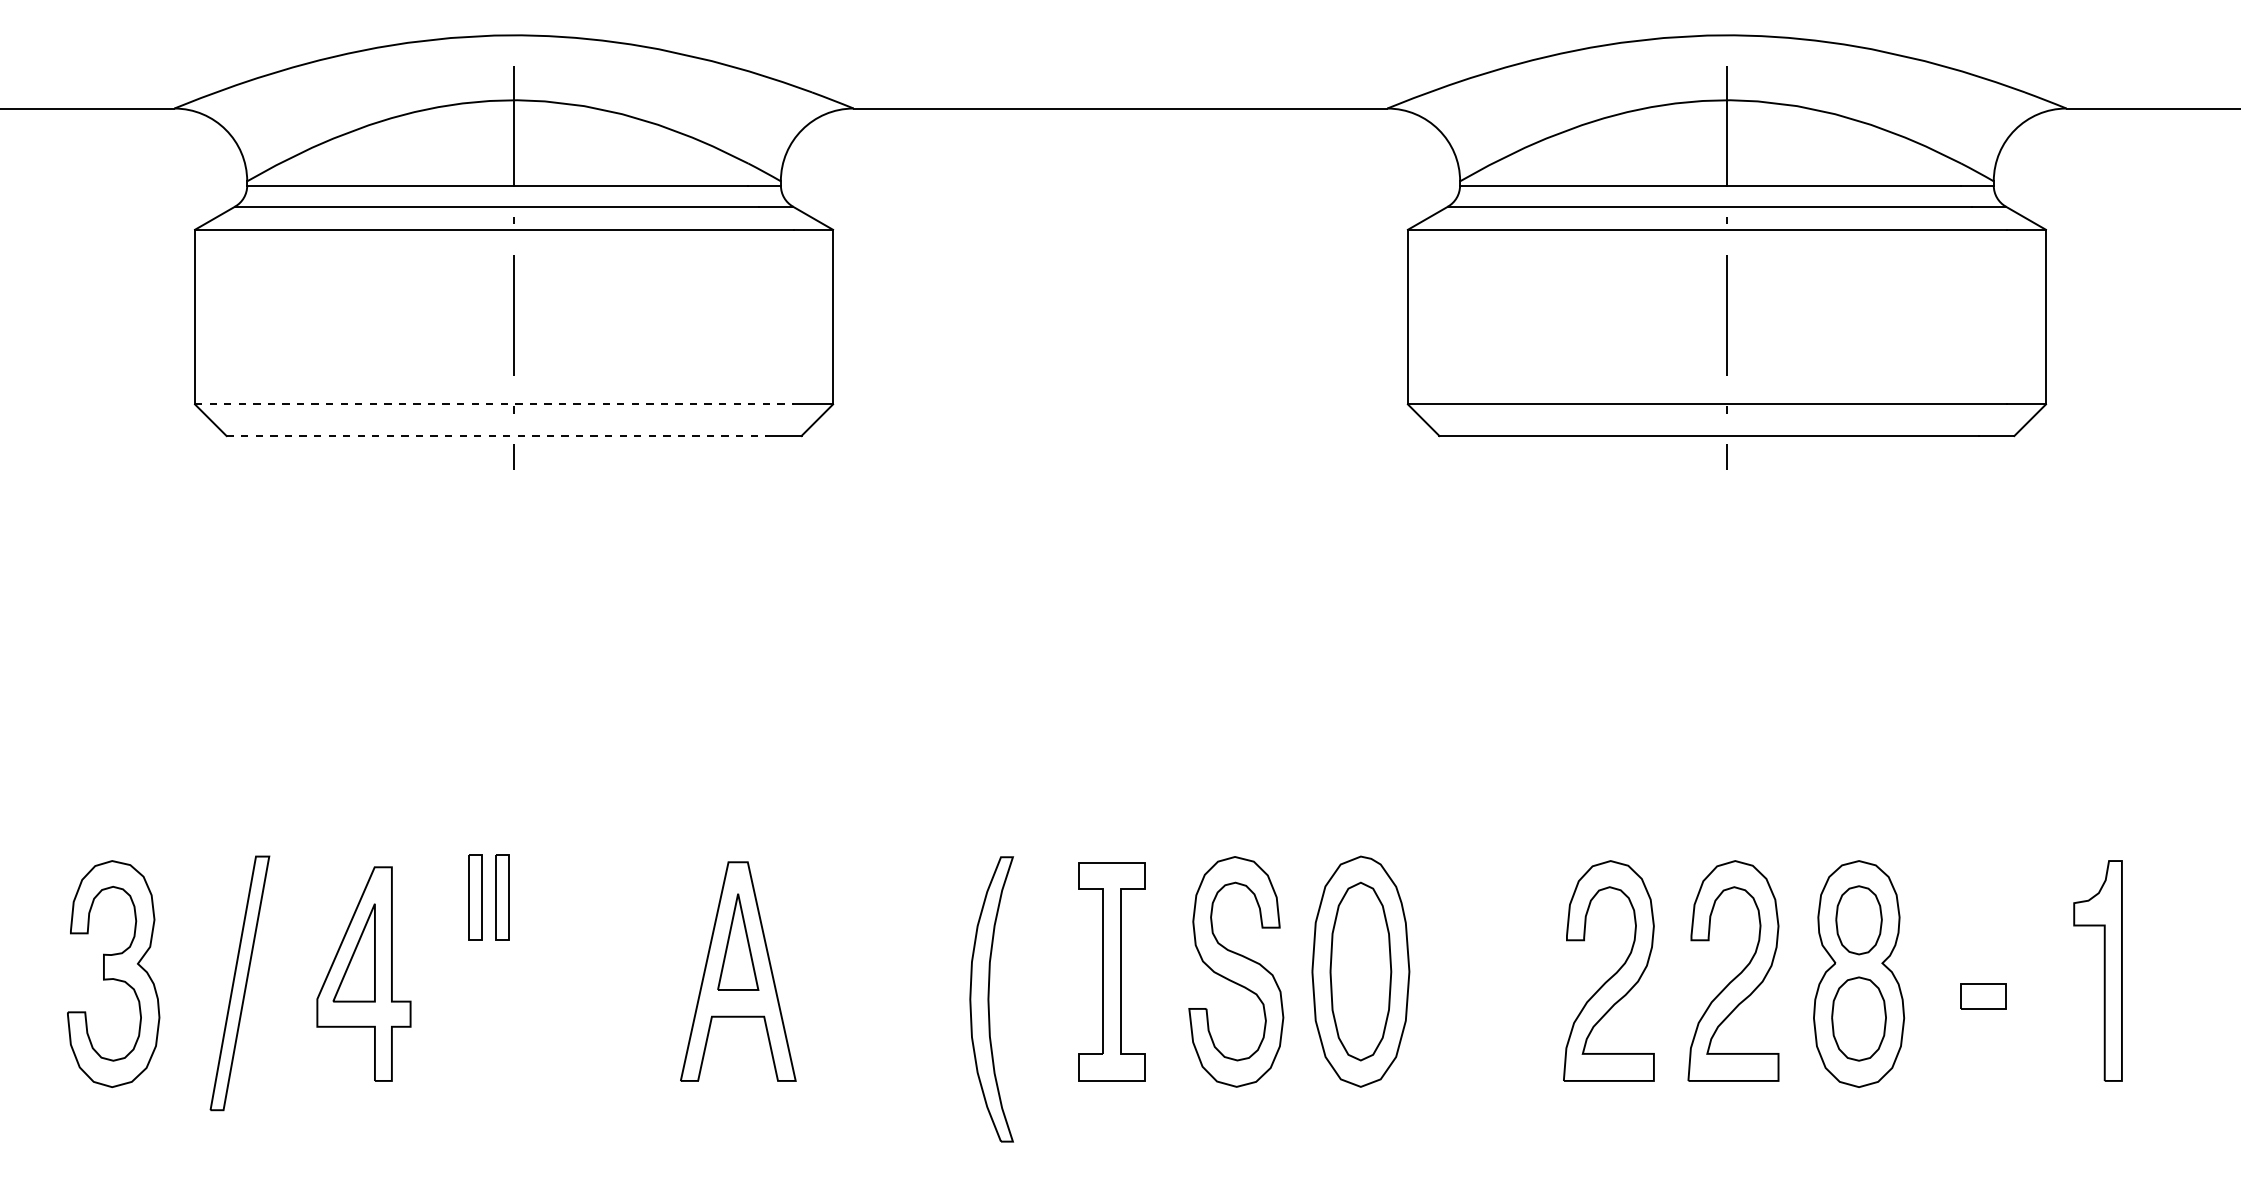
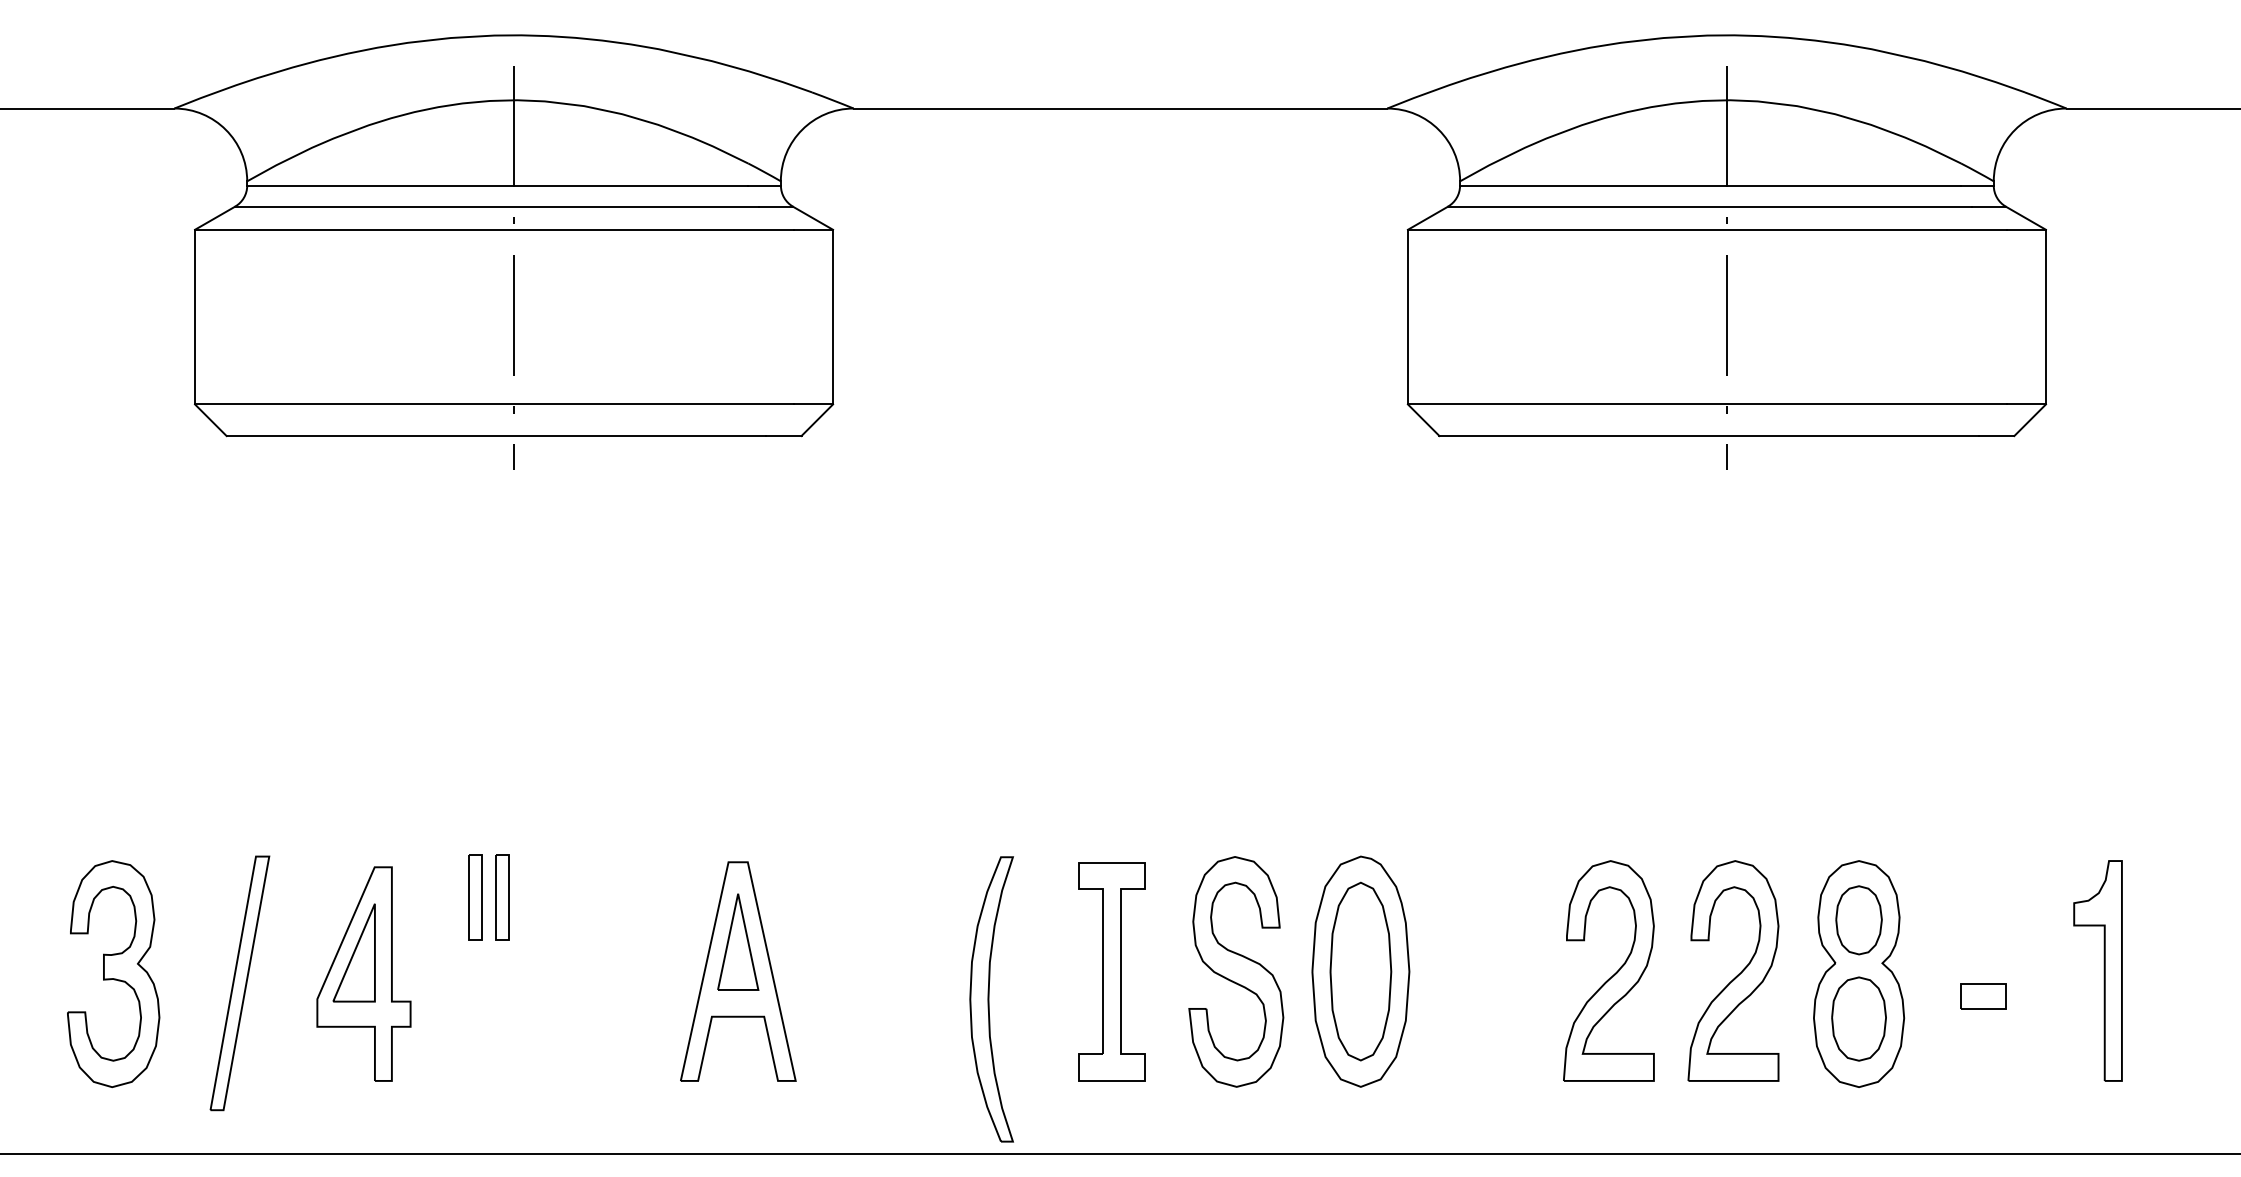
line at (495, 404): dashed -> solid
line at (496, 436): dashed -> solid
line at (1119, 1153): none -> present
